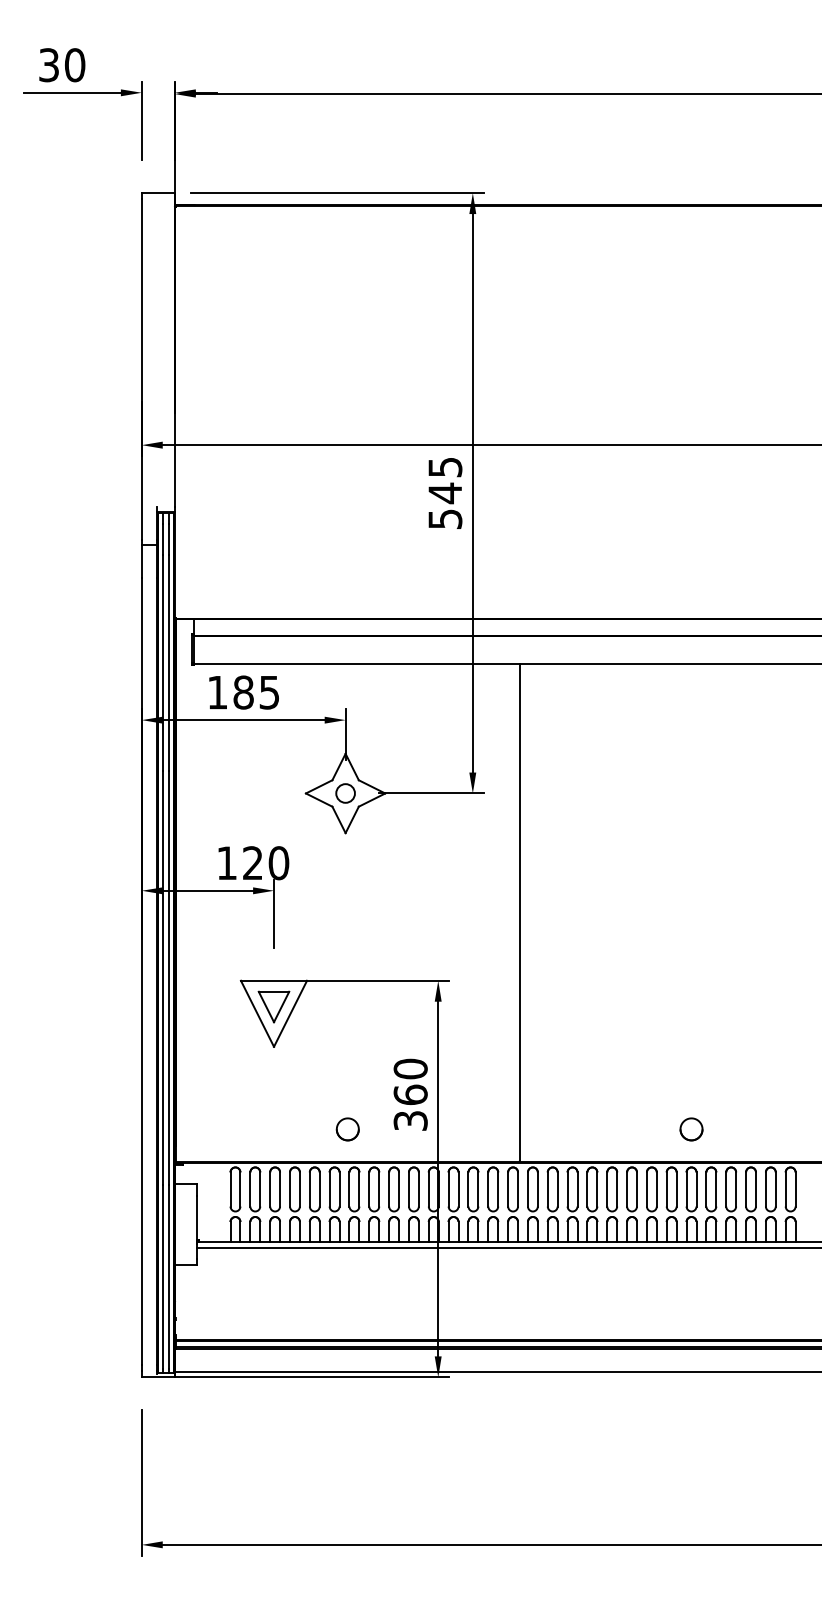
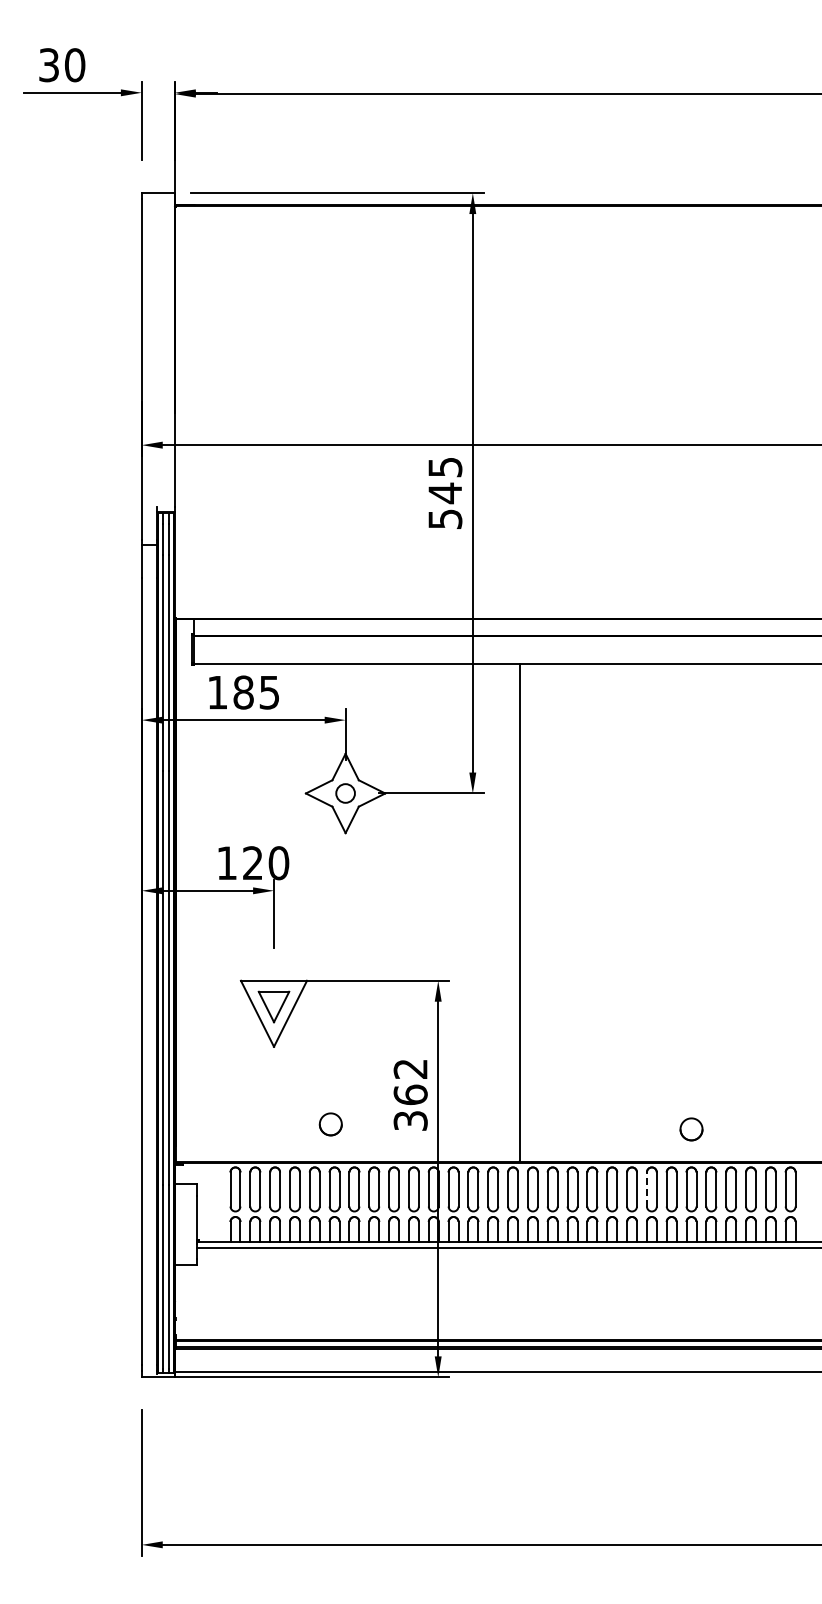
text at (410, 1068): 360 -> 362
part at (347, 1129) position: (347, 1129) -> (330, 1124)
line at (646, 1188): solid -> dashed
